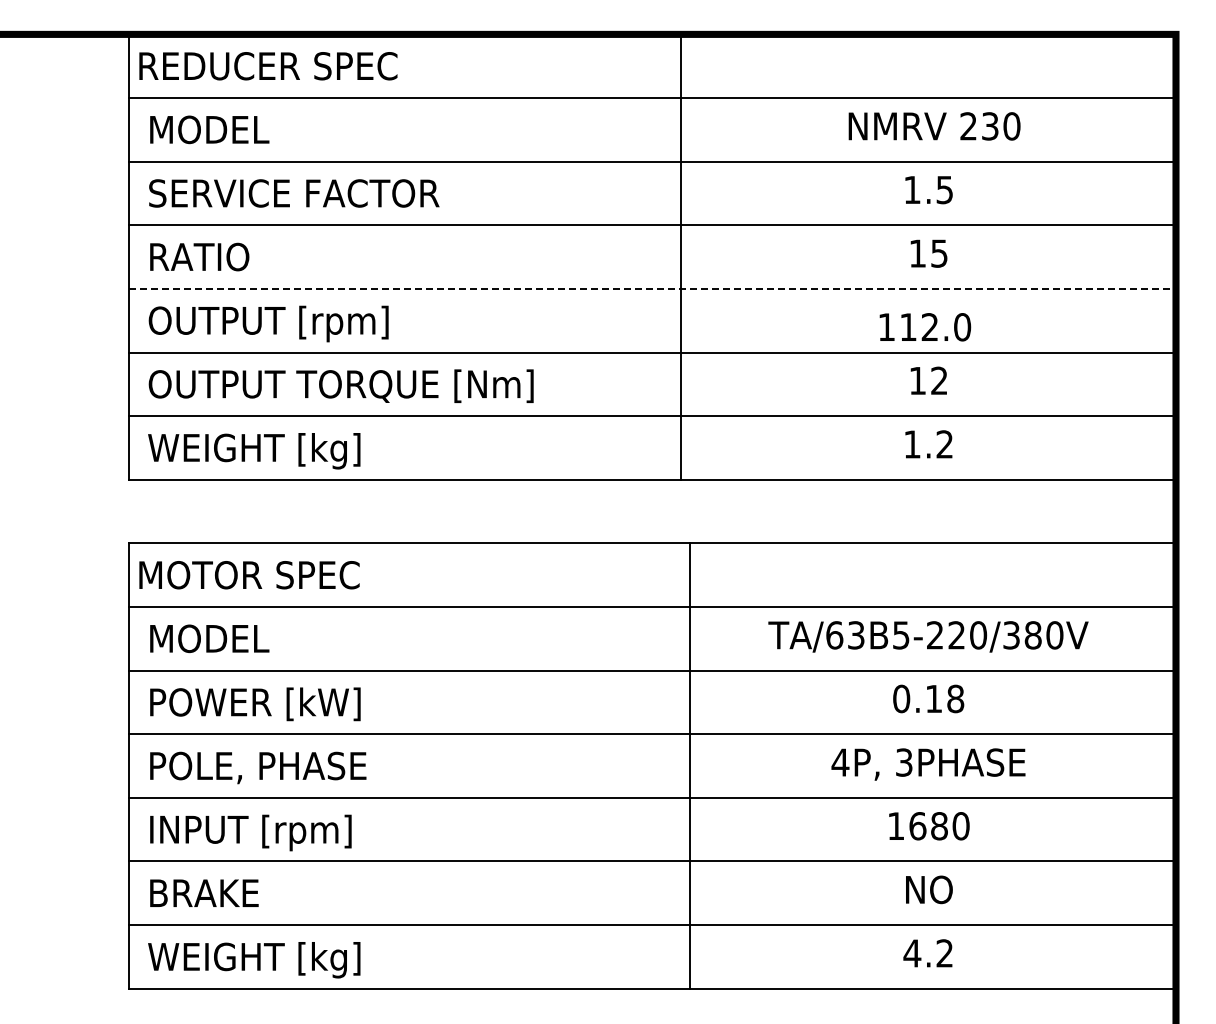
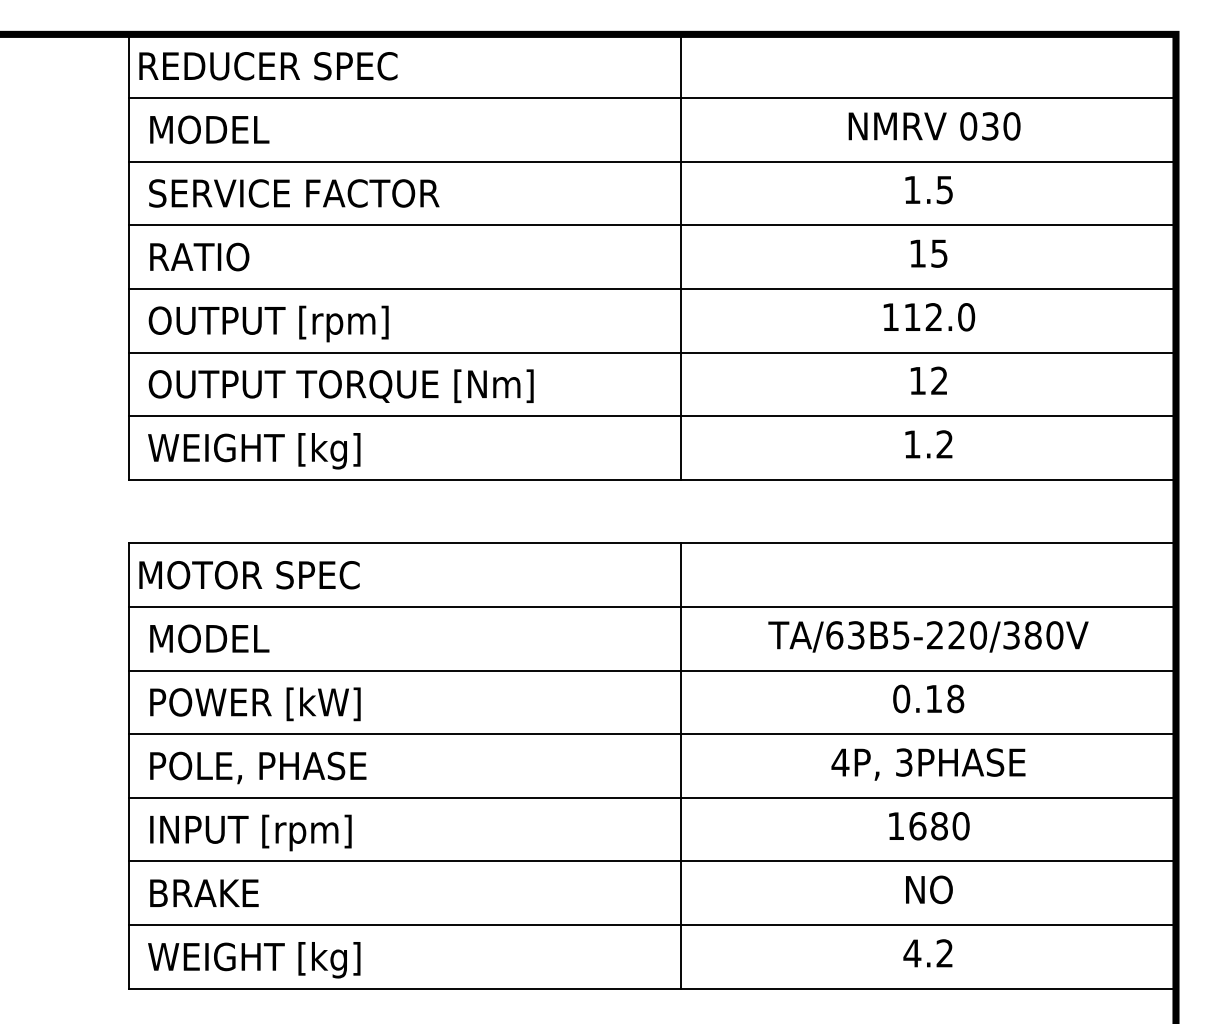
text at (968, 126): 230 -> 030
line at (653, 288): dashed -> solid
text at (925, 327) position: (925, 327) -> (929, 317)
line at (690, 765) position: (690, 765) -> (681, 765)
